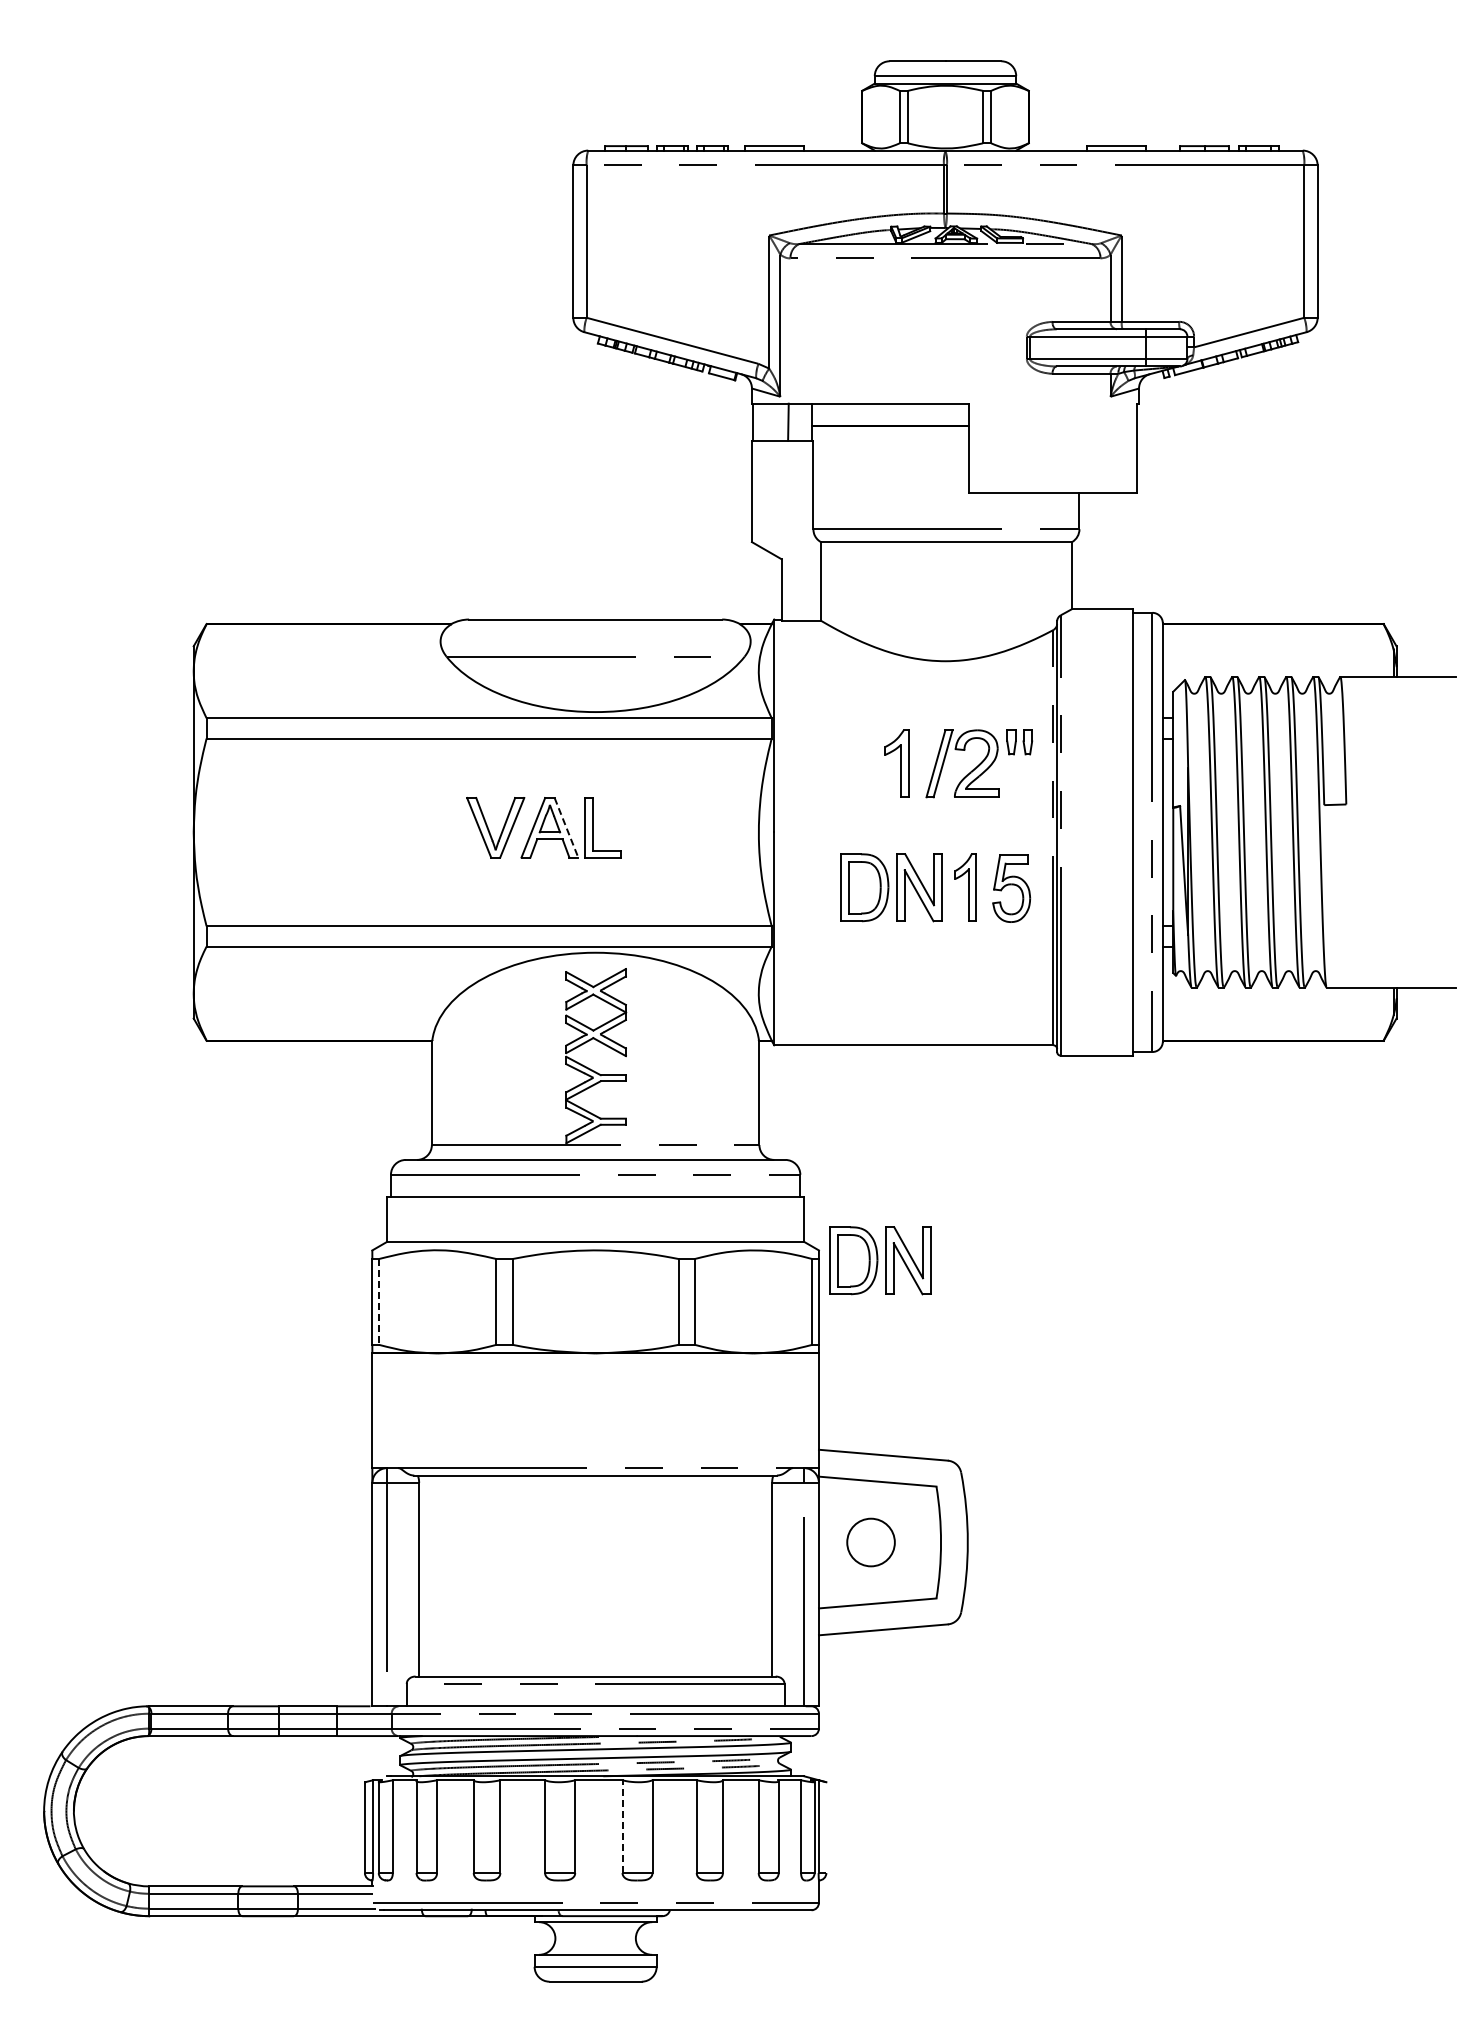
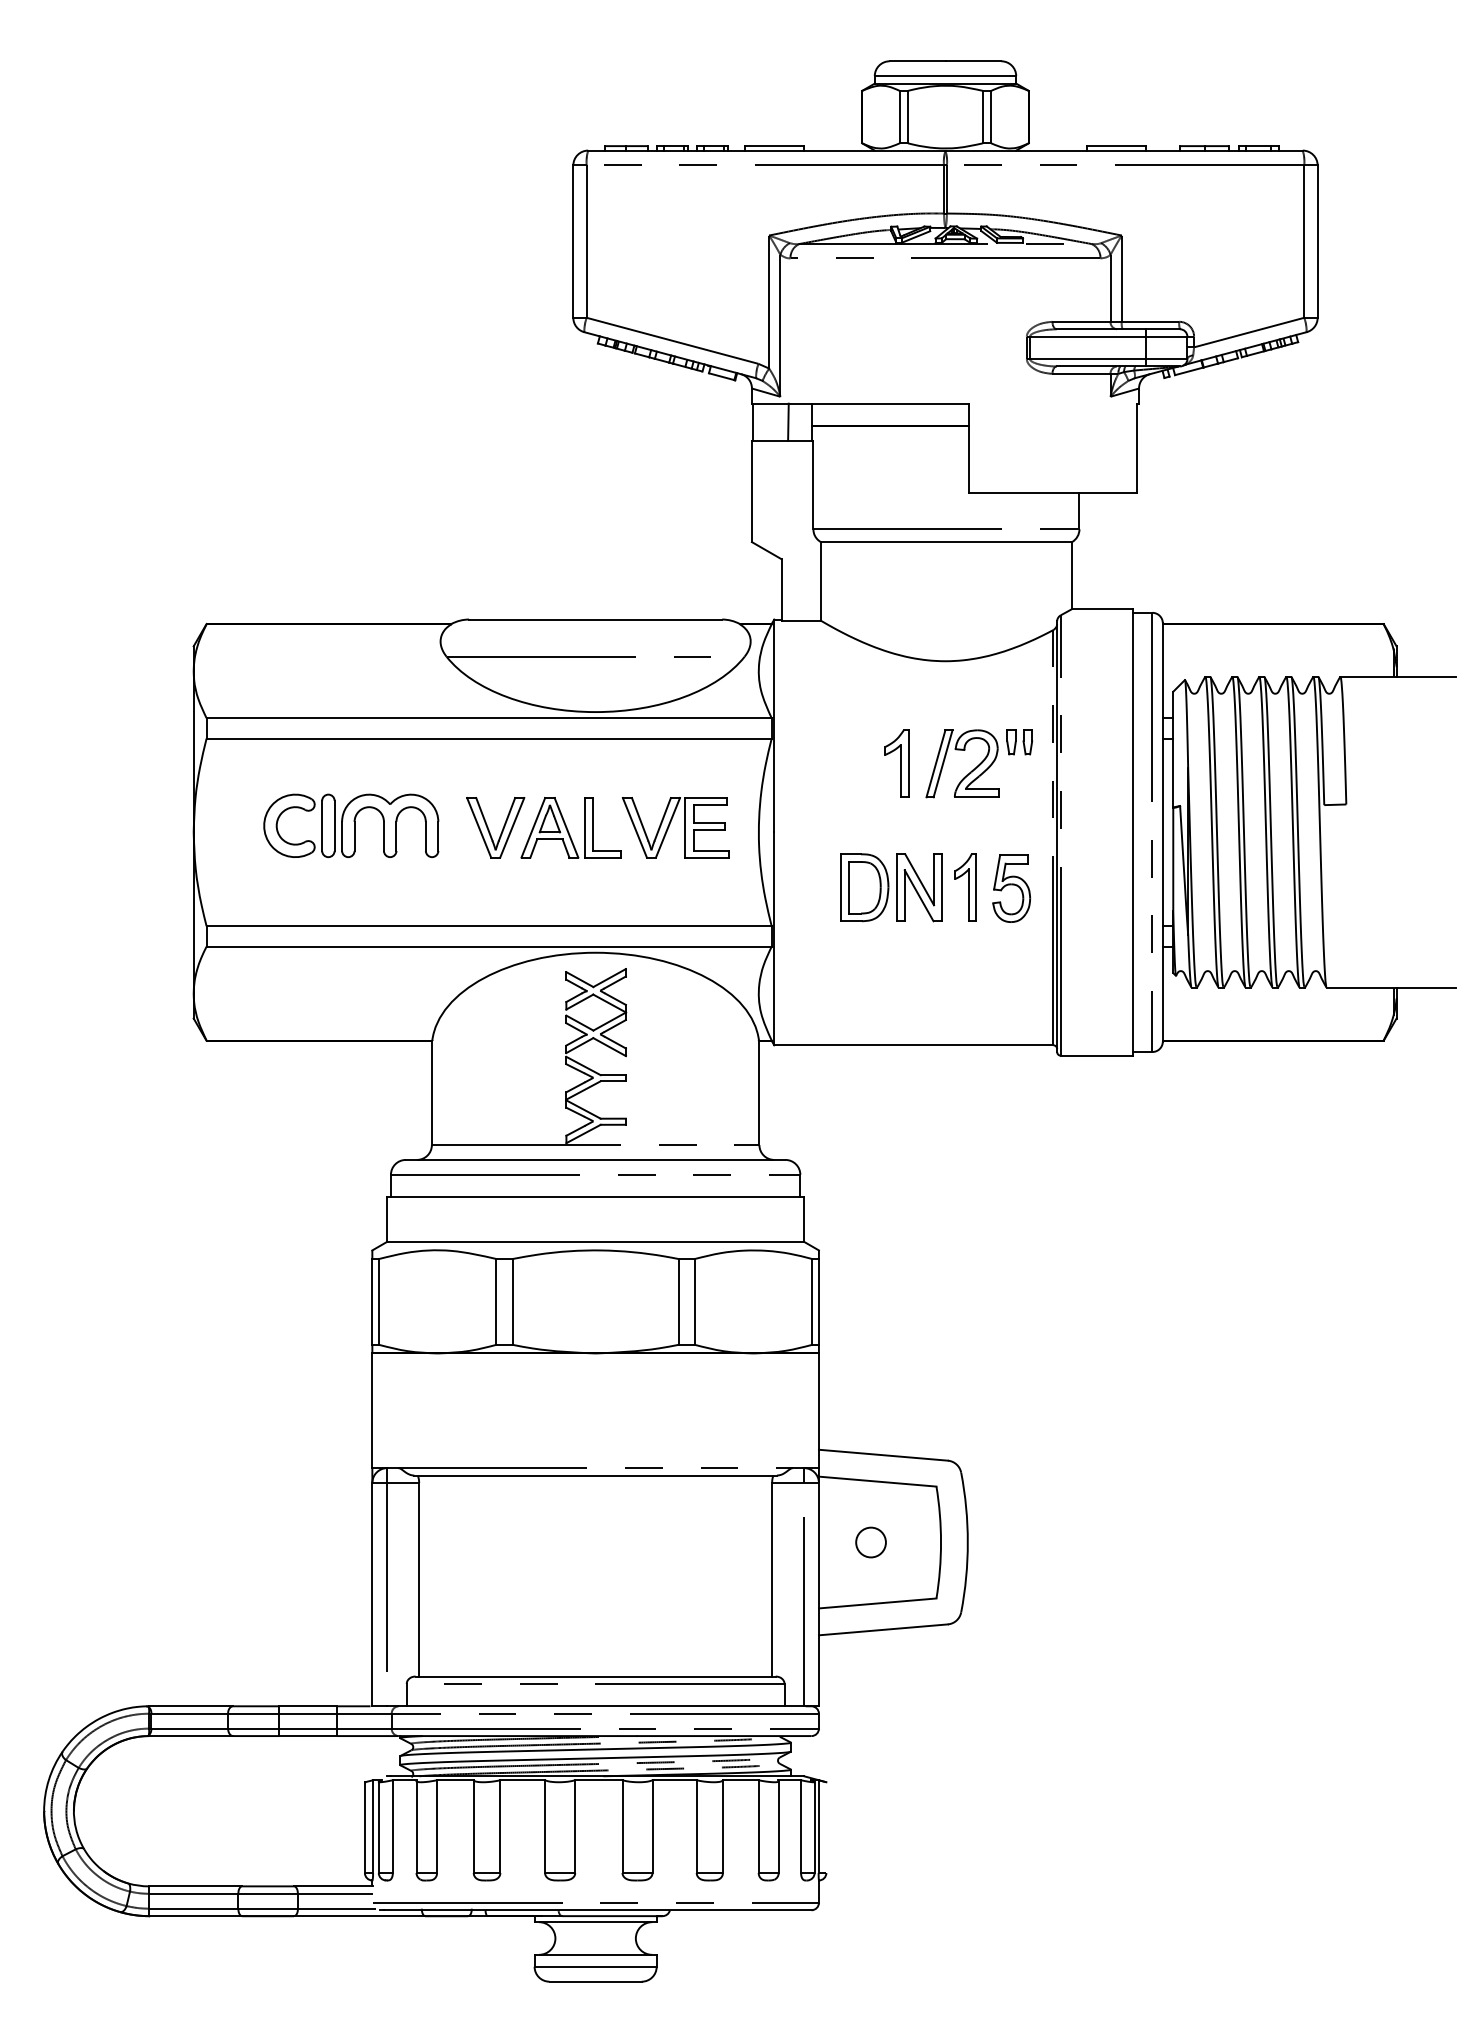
part at (351, 825): none -> present
part at (675, 827): none -> present
line at (566, 828): dashed -> solid
part at (880, 1260): present -> none
line at (379, 1301): dashed -> solid
circle at (870, 1542) diameter: 48 px -> 30 px
line at (622, 1826): dashed -> solid
